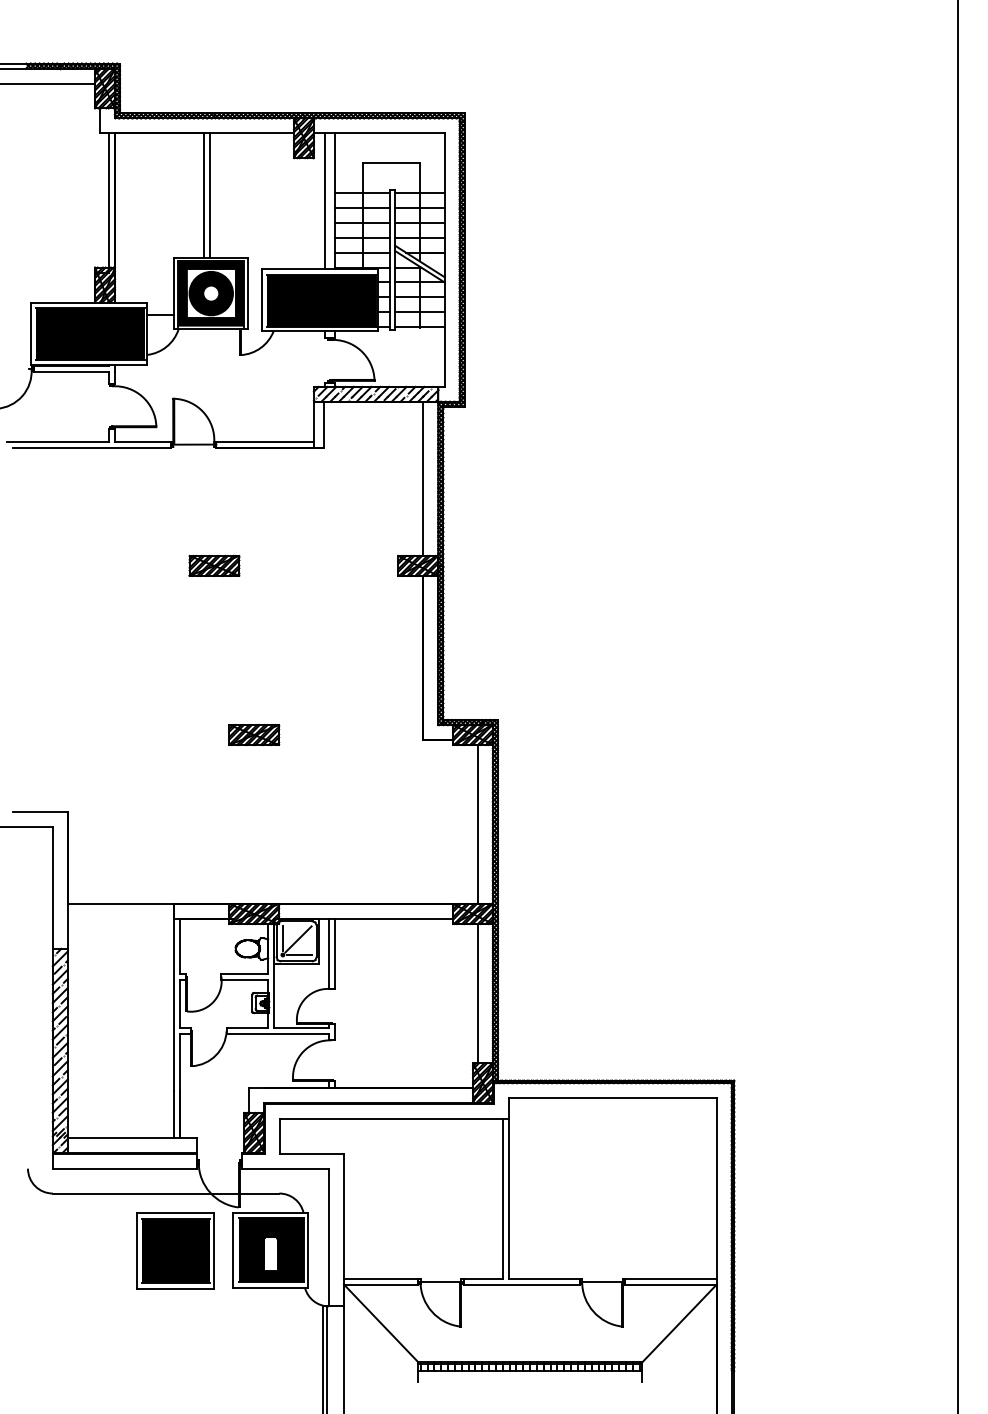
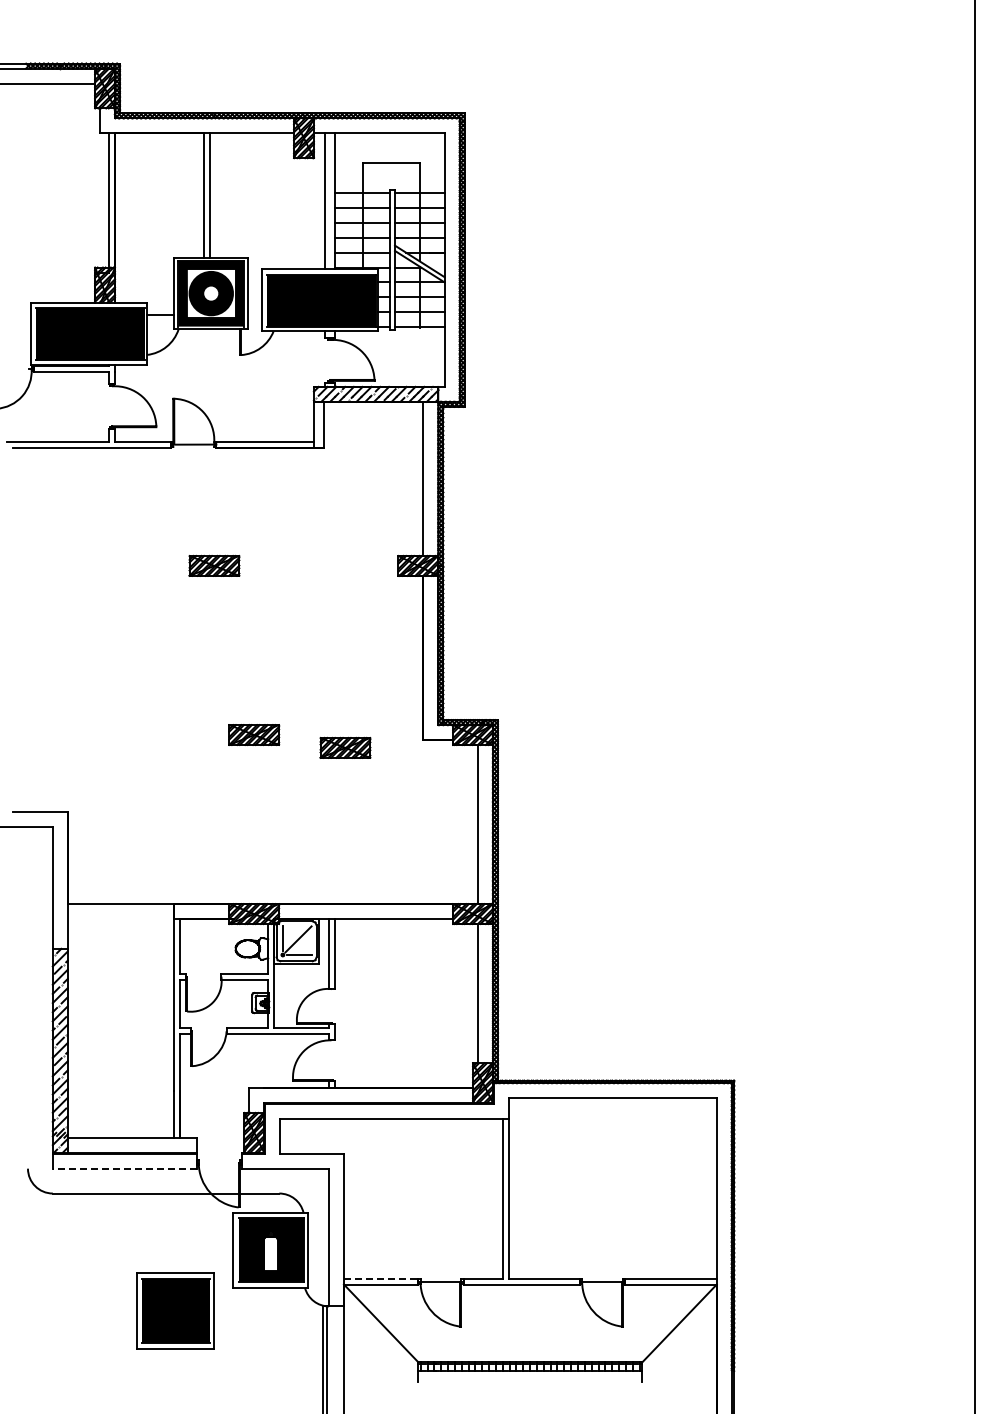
line at (958, 706) position: (958, 706) -> (975, 706)
part at (345, 747): none -> present
line at (124, 1168): solid -> dashed
part at (175, 1250) position: (175, 1250) -> (175, 1310)
line at (381, 1279): solid -> dashed
